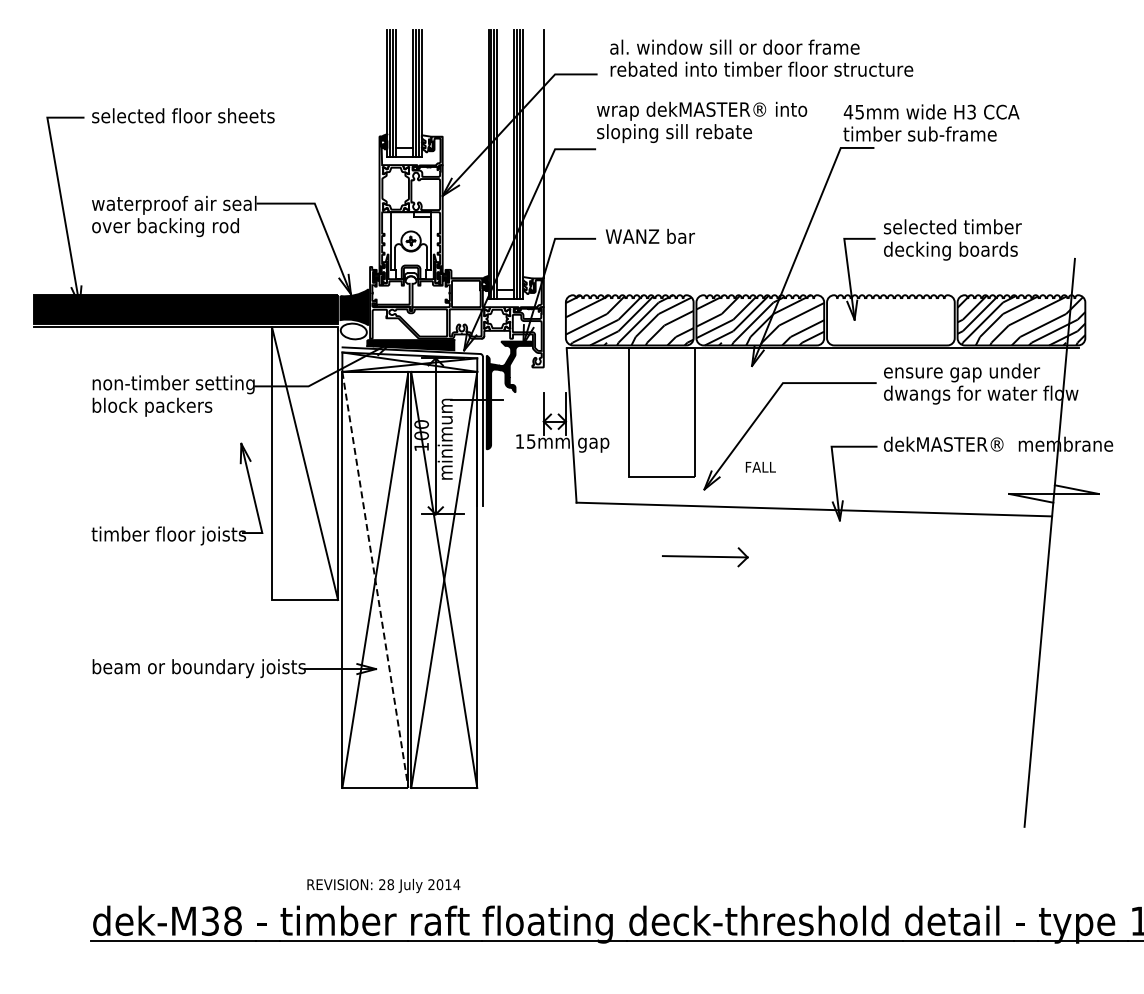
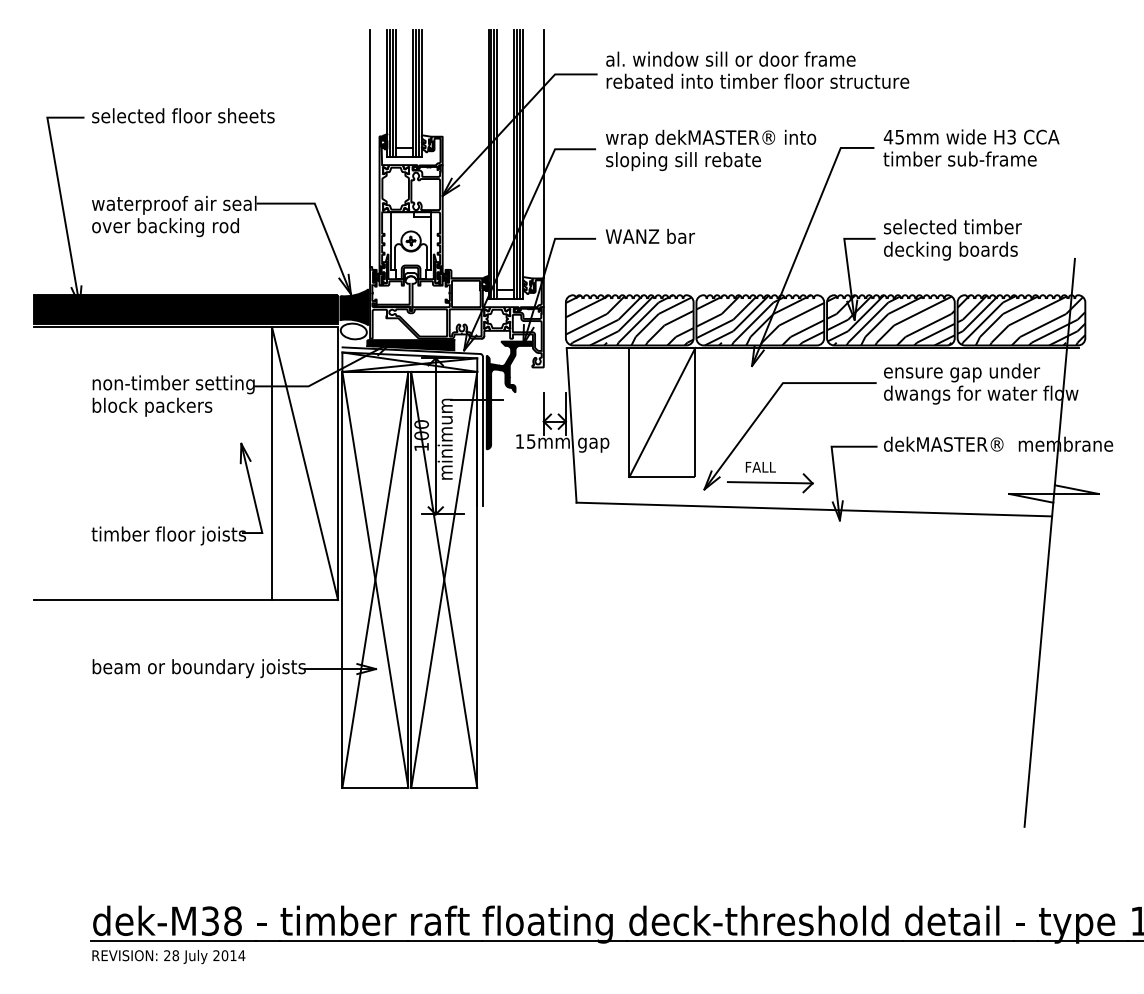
text at (761, 57) position: (761, 57) -> (757, 69)
text at (702, 121) position: (702, 121) -> (711, 149)
text at (931, 122) position: (931, 122) -> (971, 147)
line at (370, 148): none -> present
hatch at (890, 320): none -> present
line at (662, 412): none -> present
part at (705, 557) position: (705, 557) -> (770, 483)
line at (375, 579): dashed -> solid
line at (153, 600): none -> present
text at (383, 886) position: (383, 886) -> (168, 957)
